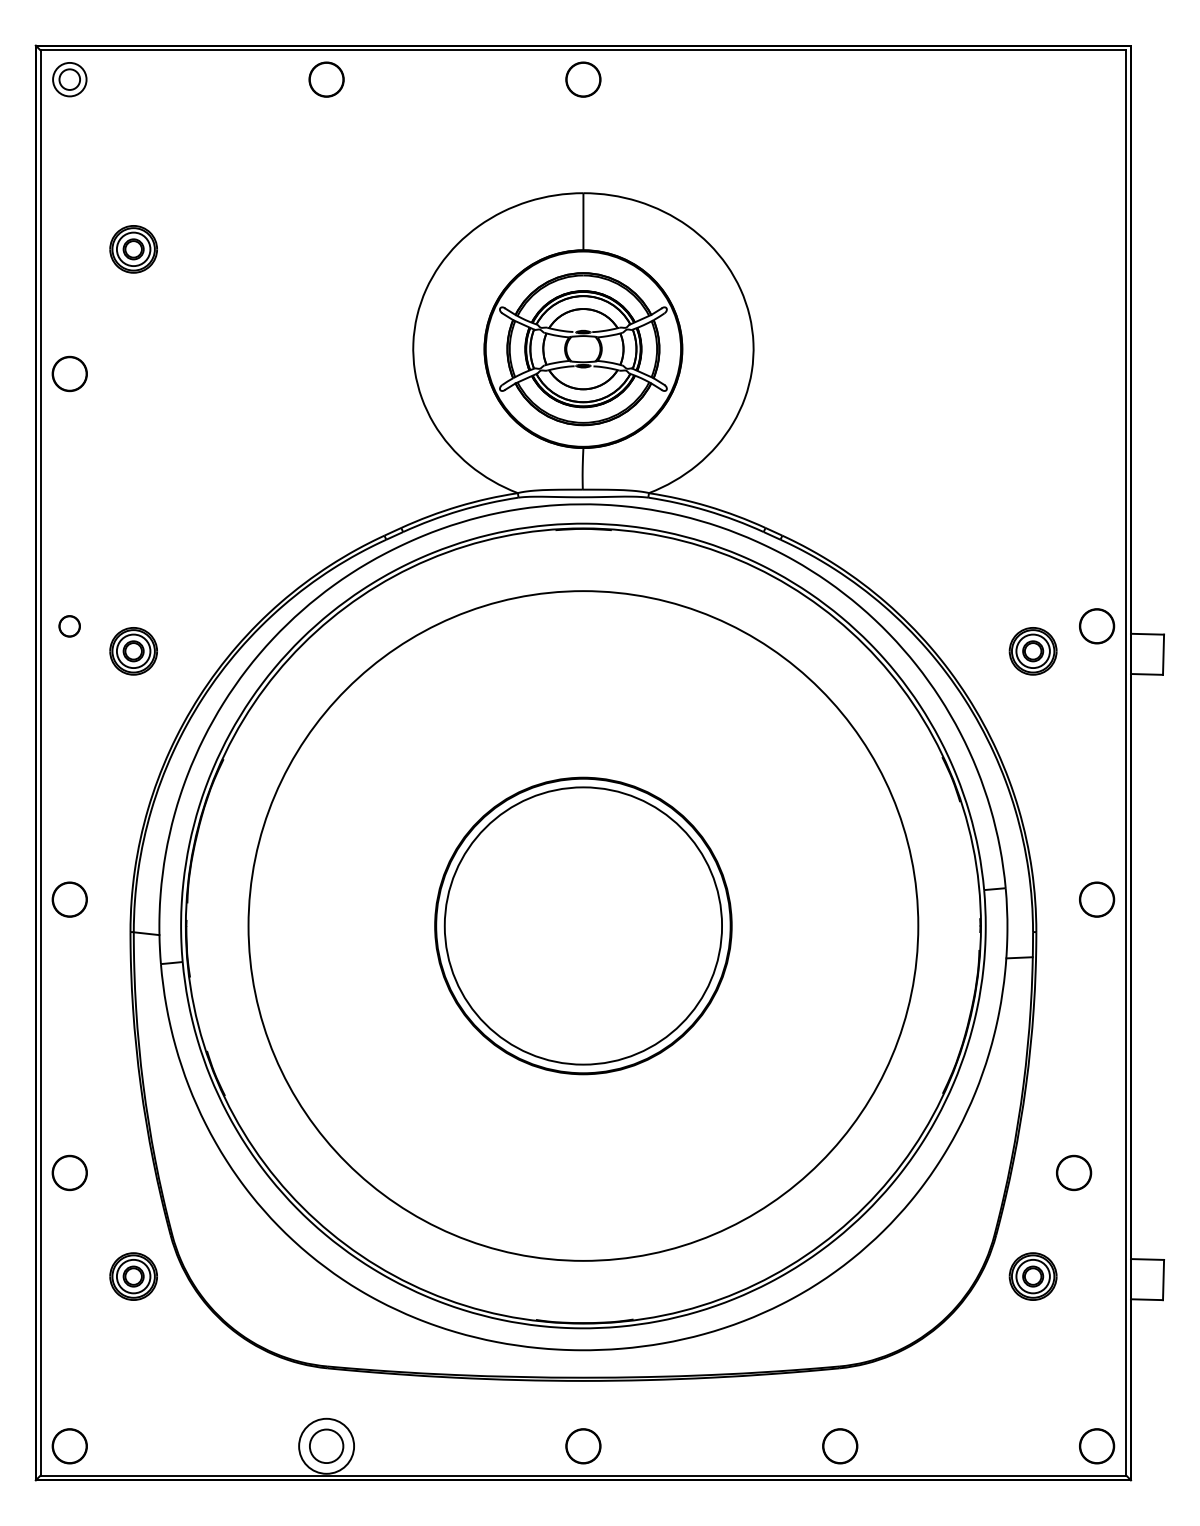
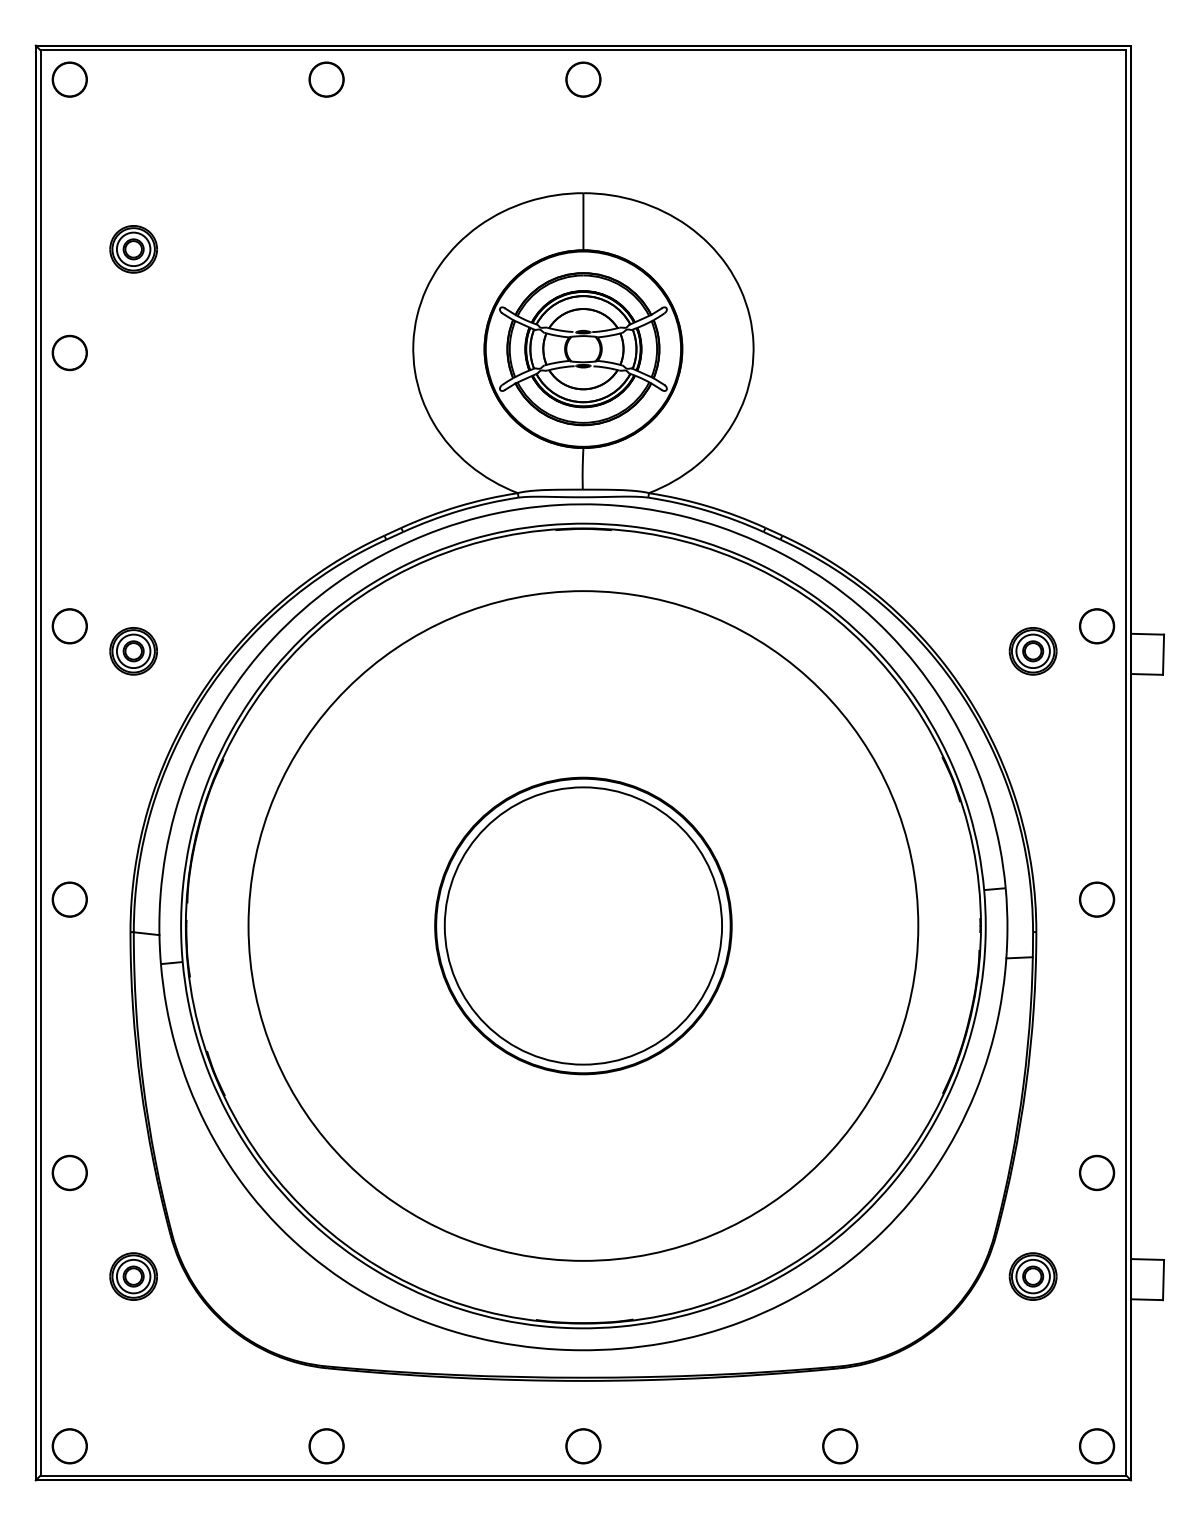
circle at (69, 79) diameter: 21 px -> 34 px
part at (69, 373) position: (69, 373) -> (69, 352)
circle at (69, 626) size: 23x23 px -> 37x37 px
part at (1074, 1172) position: (1074, 1172) -> (1097, 1172)
circle at (326, 1445) diameter: 55 px -> 34 px
